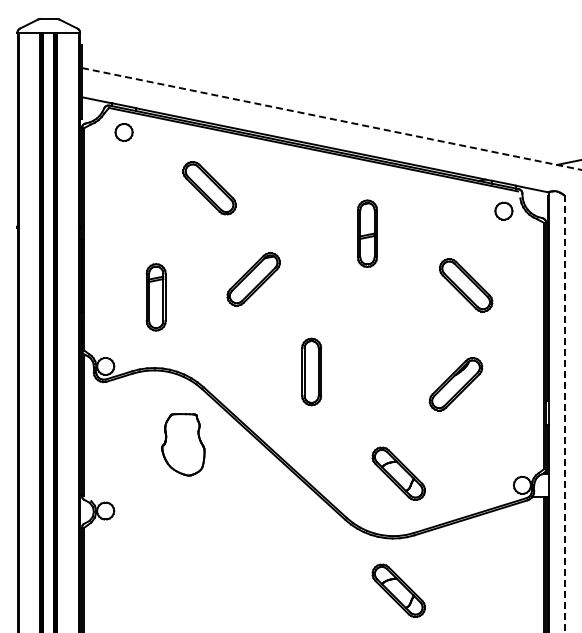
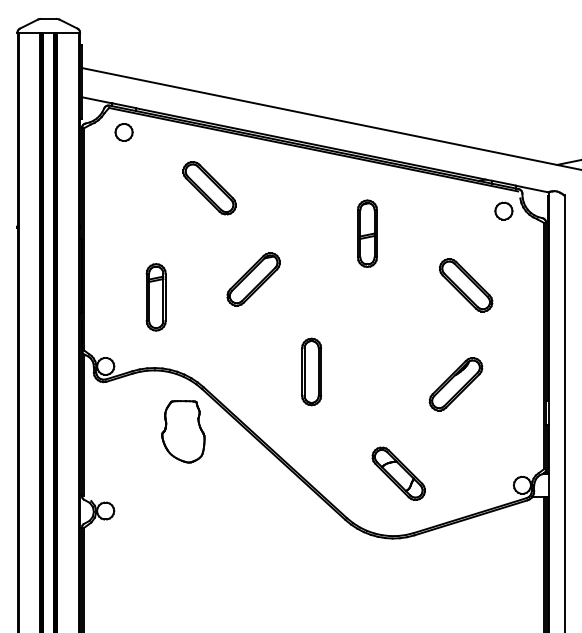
line at (331, 119): dashed -> solid
line at (564, 414): dashed -> solid
part at (183, 444) position: (183, 444) -> (183, 431)
part at (398, 590): present -> none
